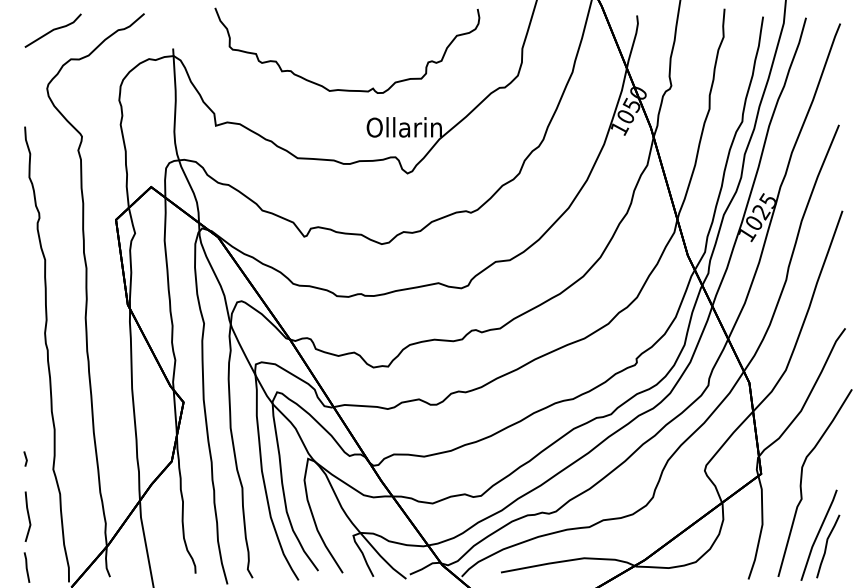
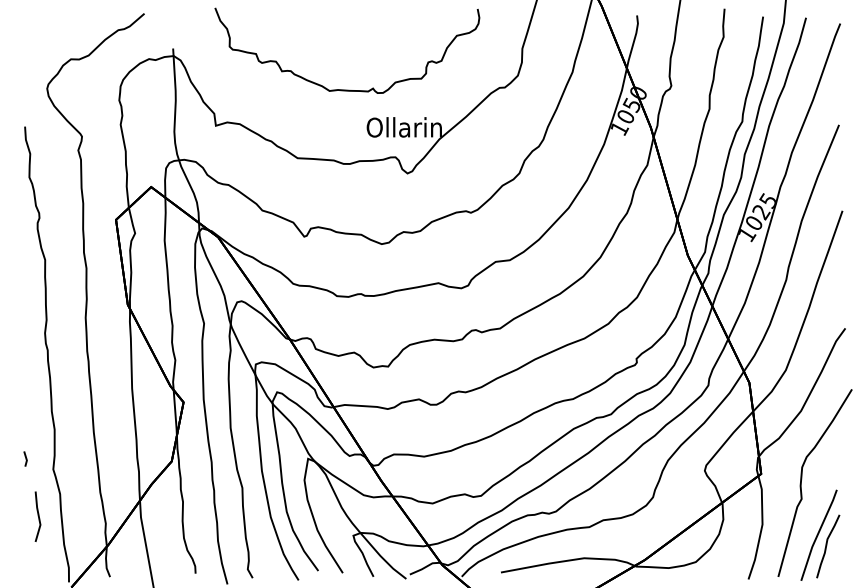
line at (52, 30): present -> none
line at (27, 516) position: (27, 516) -> (37, 516)
line at (26, 567): present -> none
